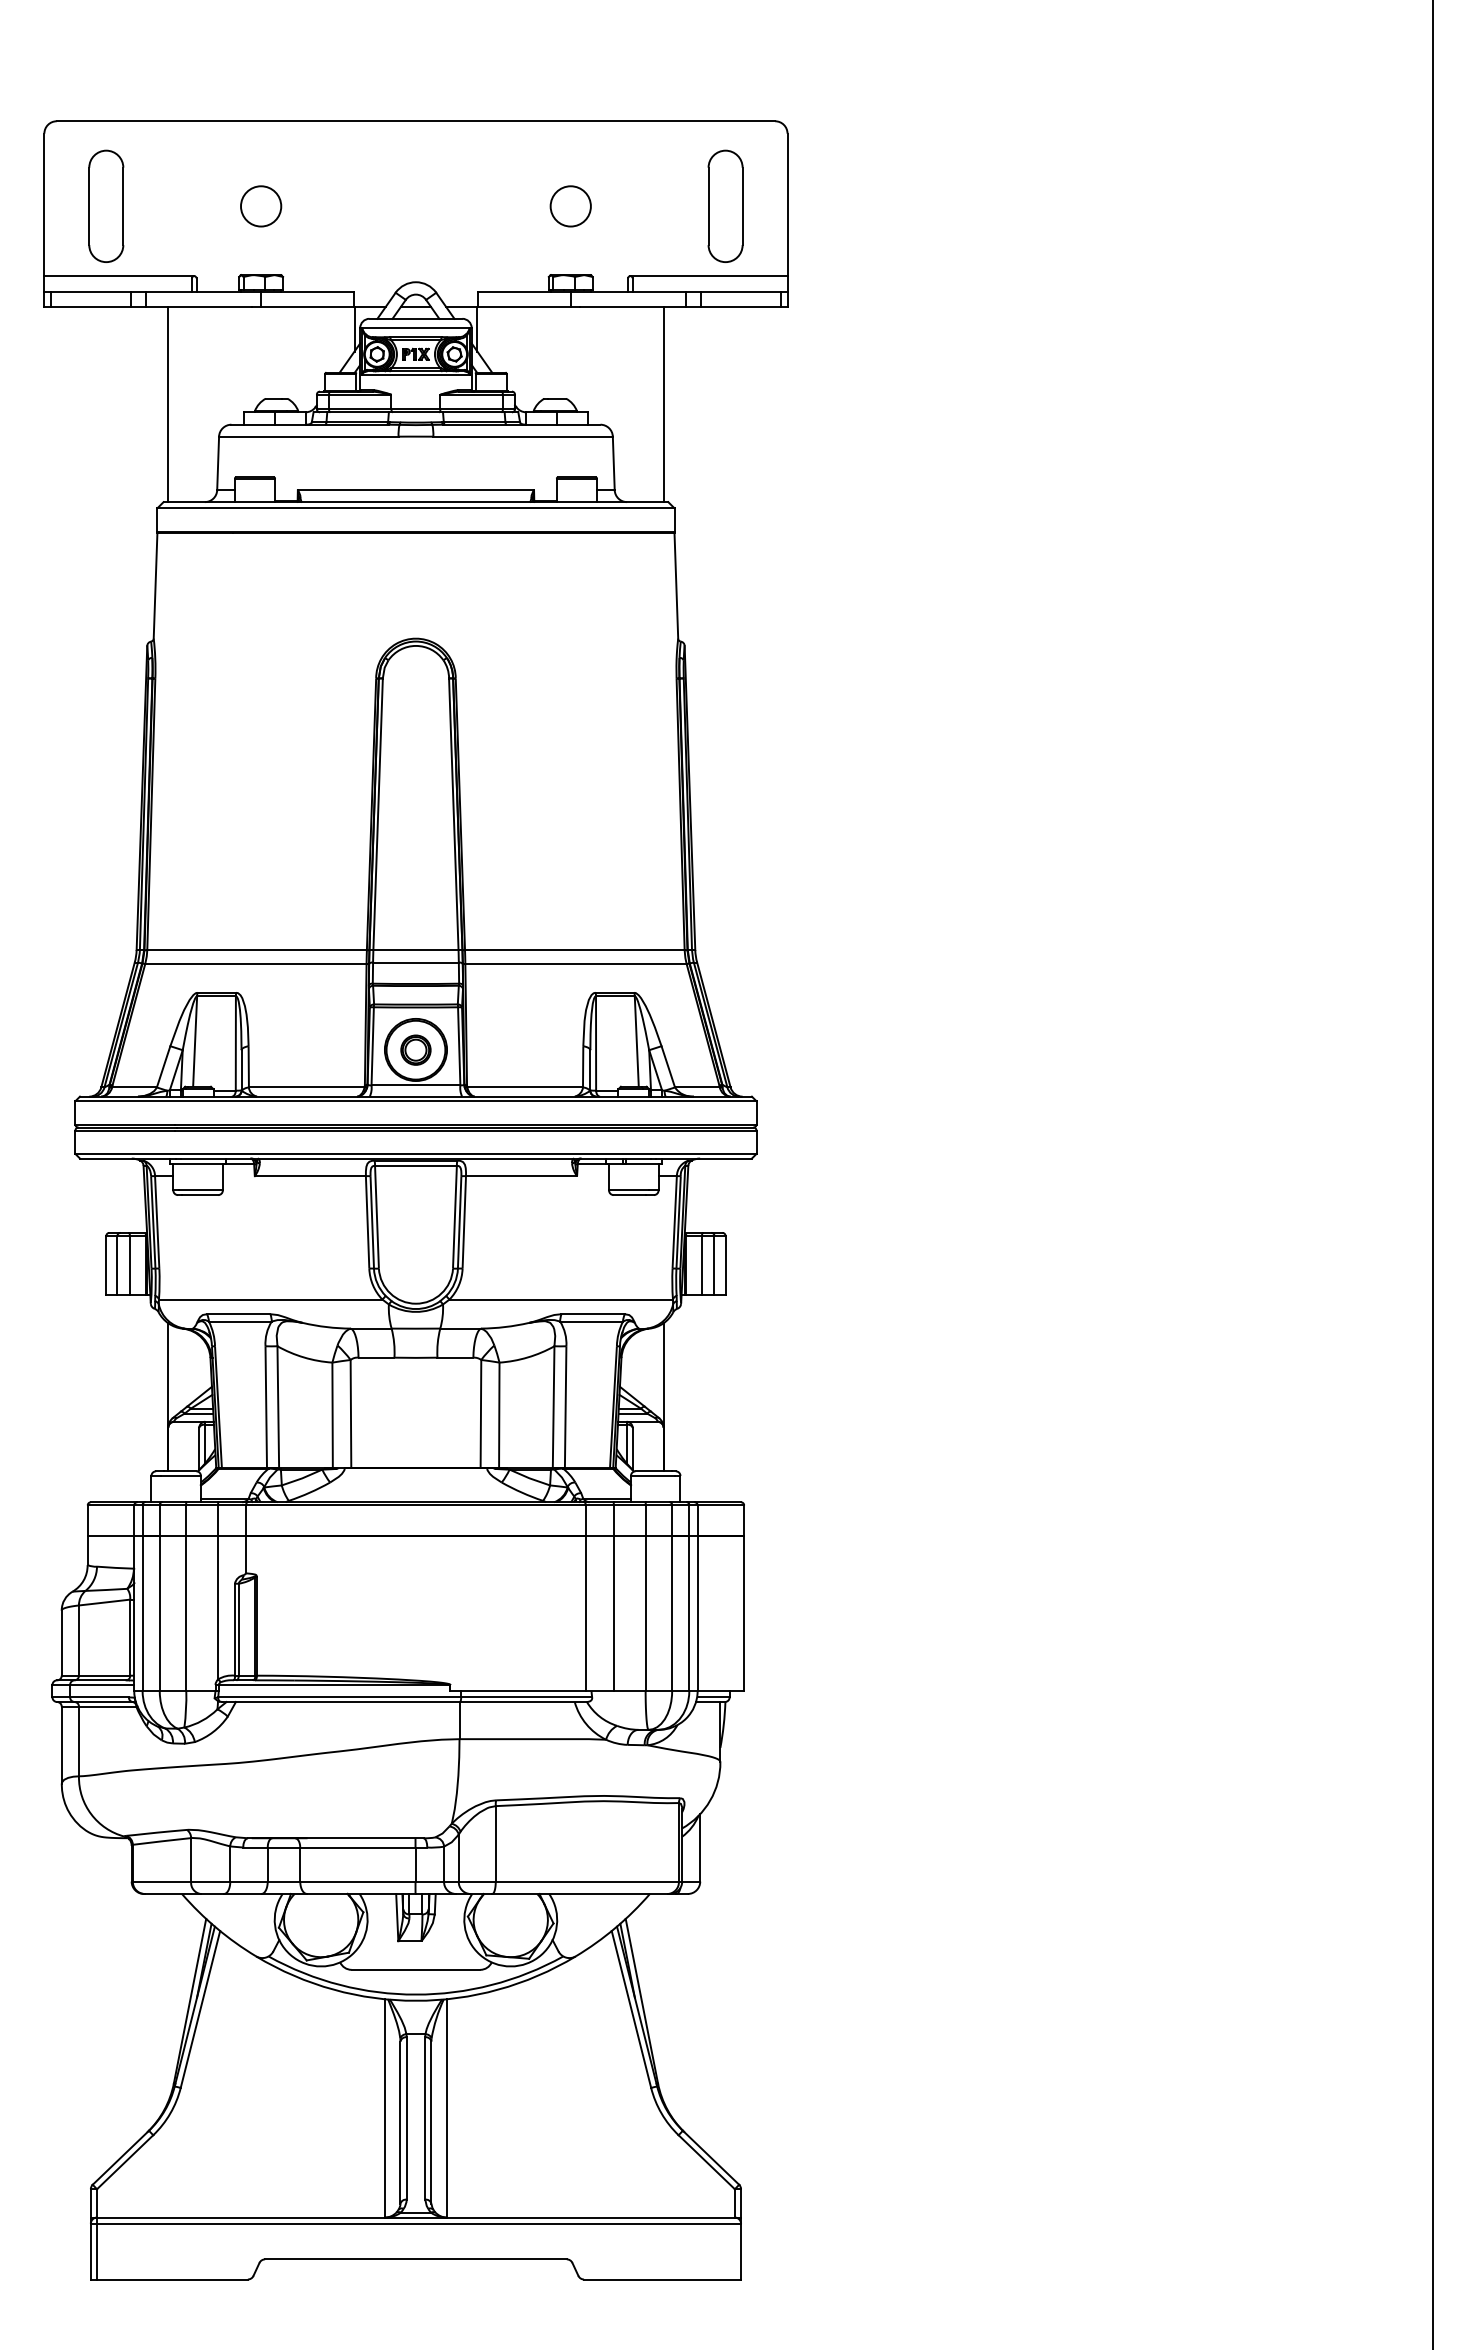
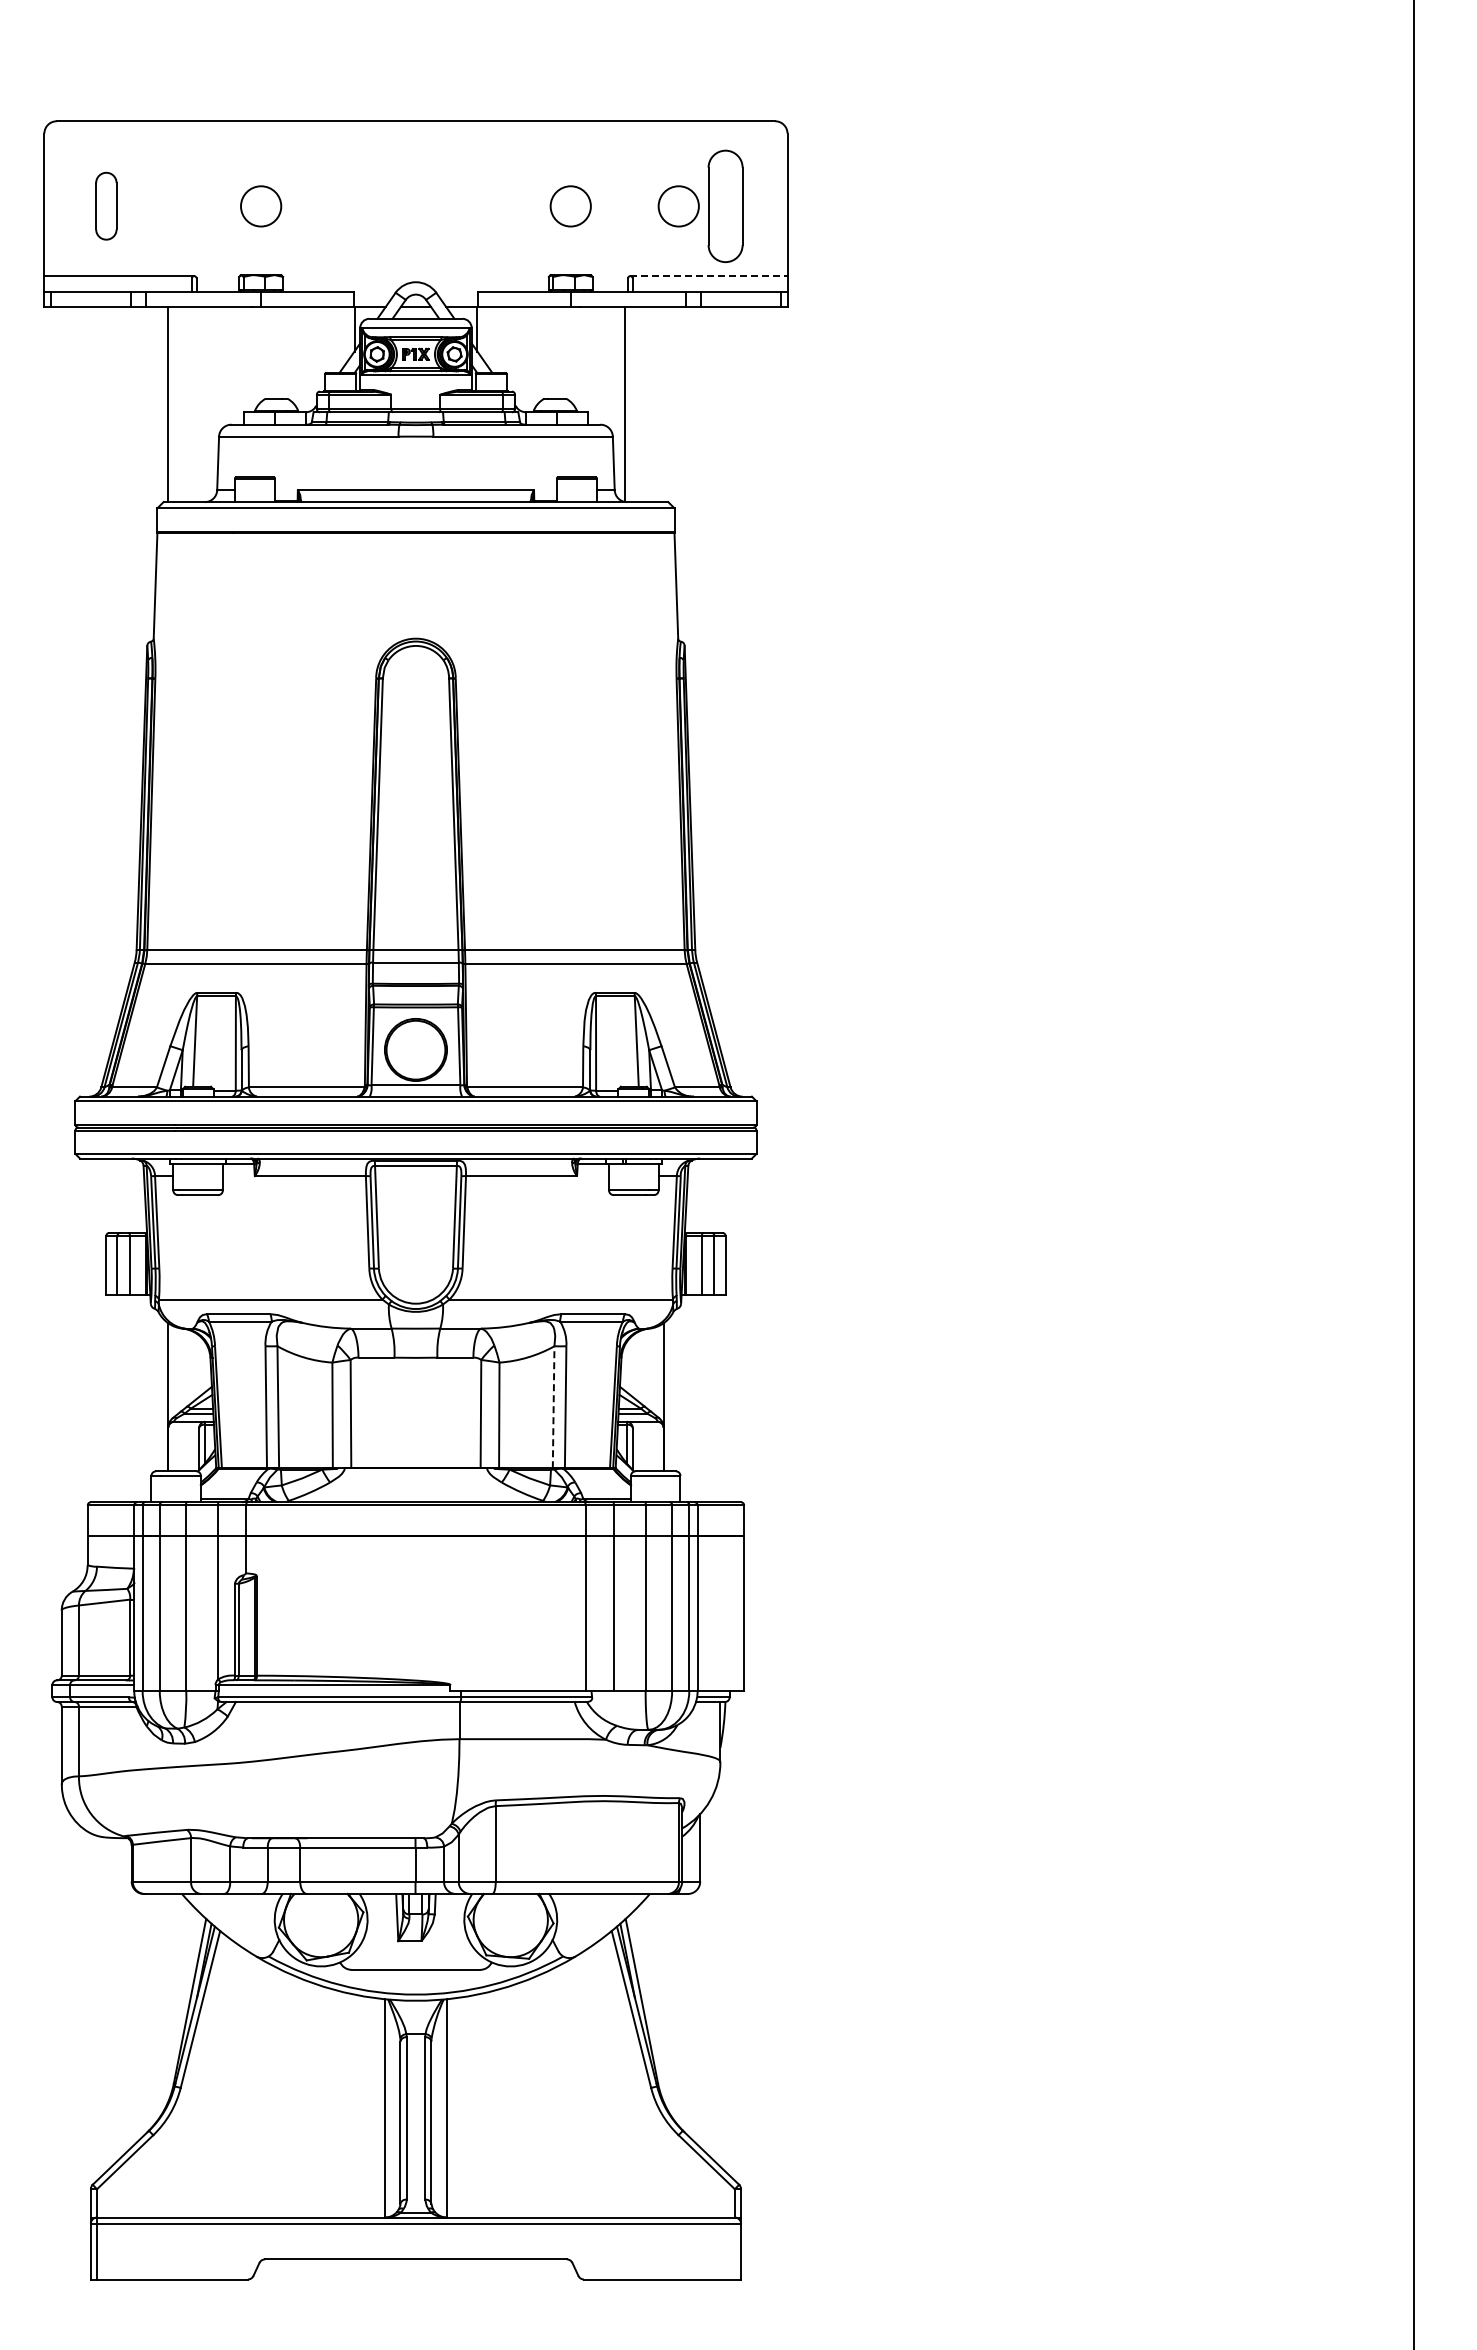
part at (106, 205) size: 37x114 px -> 23x70 px
circle at (678, 206): none -> present
line at (708, 276): solid -> dashed
line at (664, 404) position: (664, 404) -> (625, 404)
part at (415, 1049): present -> none
line at (1432, 1174) position: (1432, 1174) -> (1413, 1174)
line at (553, 1407): solid -> dashed
